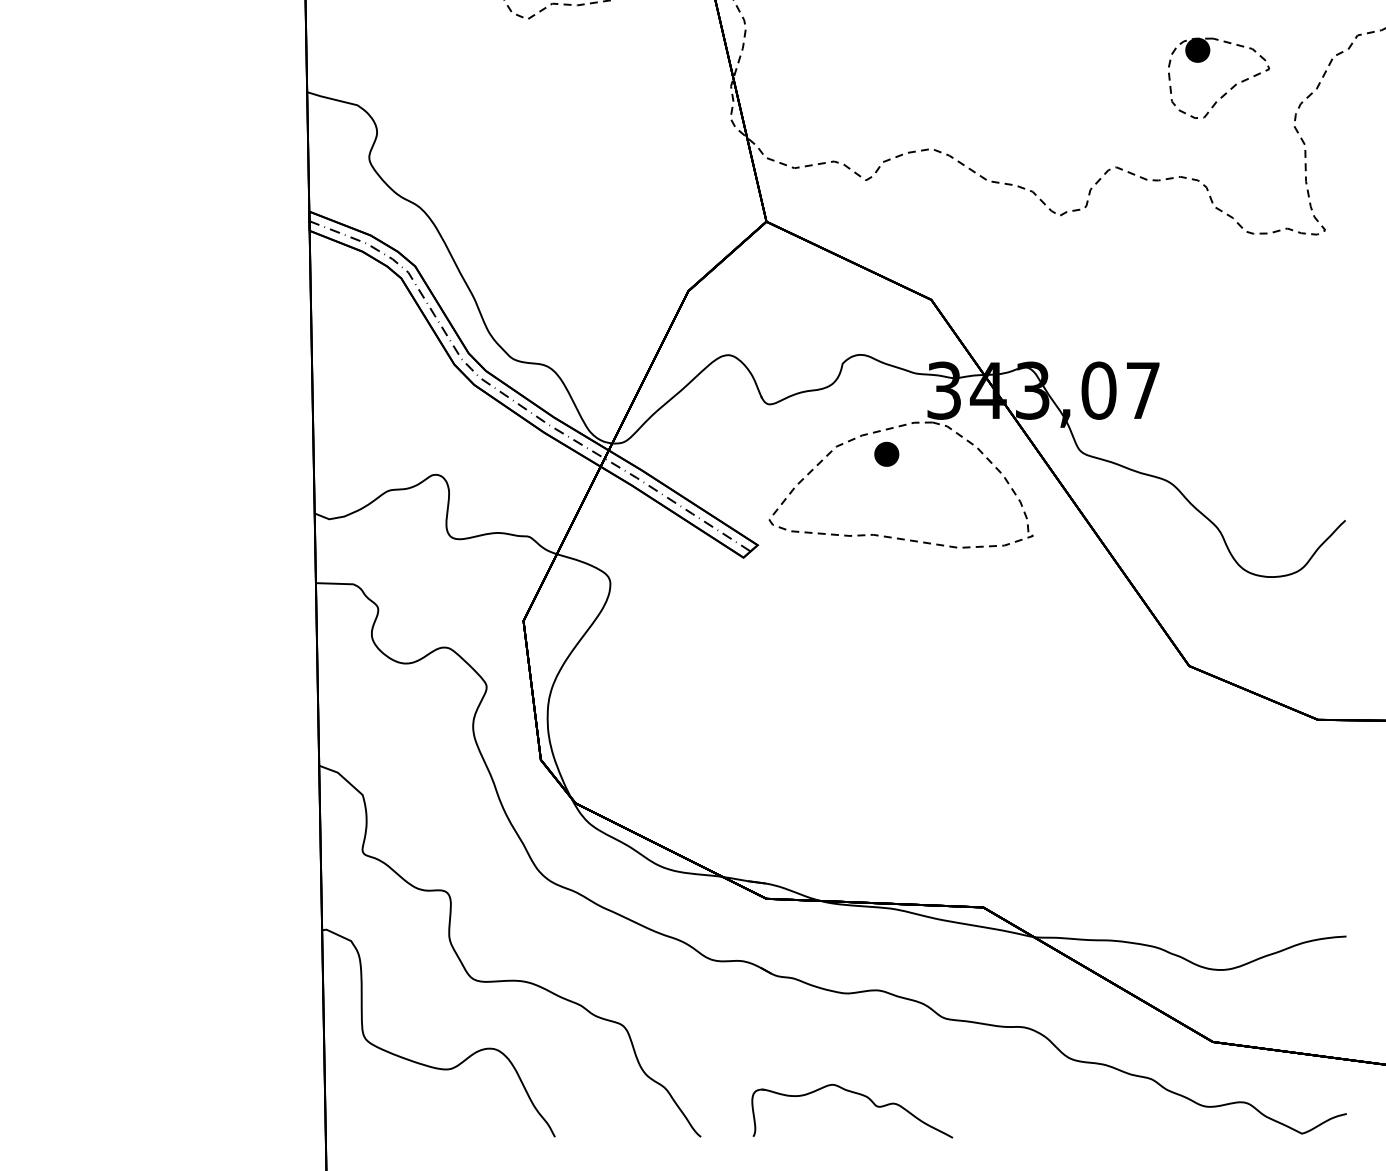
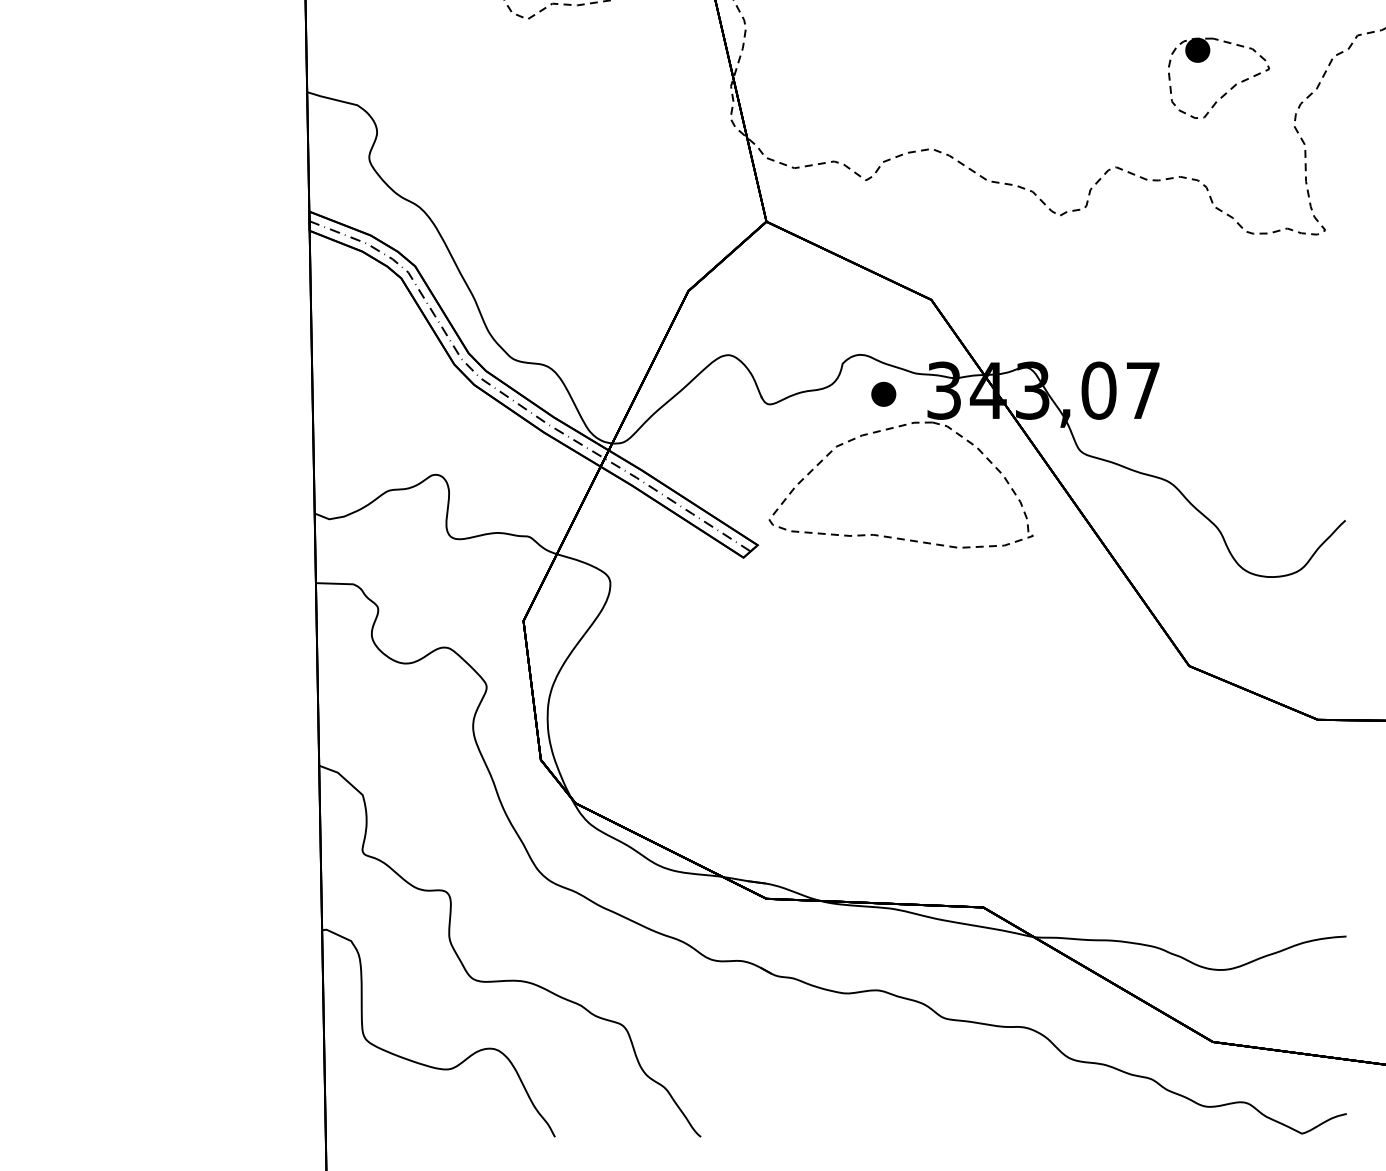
part at (886, 453) position: (886, 453) -> (883, 393)
part at (856, 1094): present -> none
